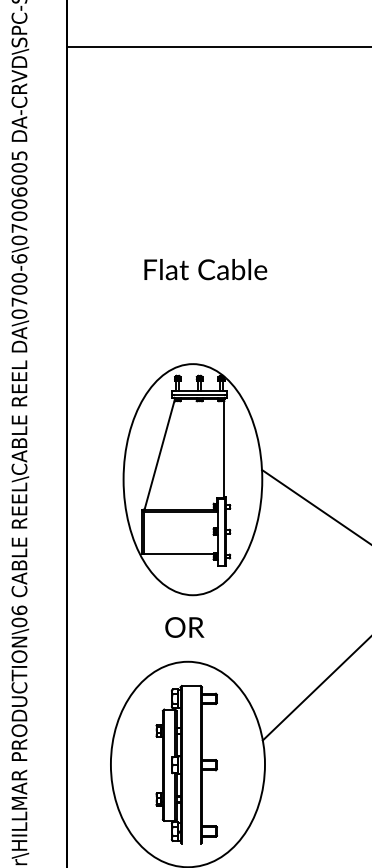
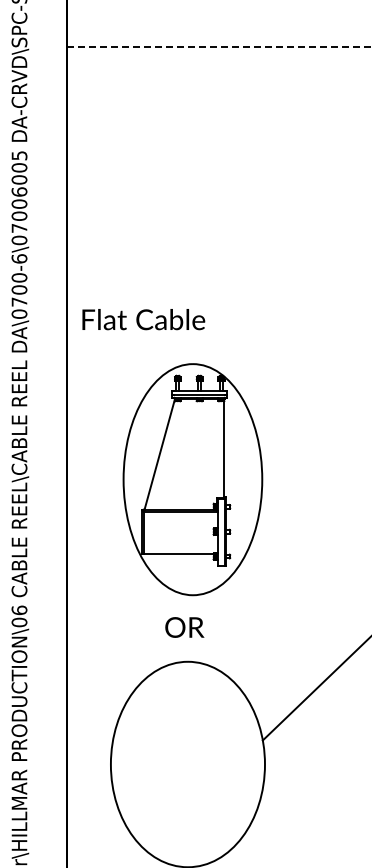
line at (219, 47): solid -> dashed
text at (205, 269) position: (205, 269) -> (143, 319)
line at (315, 505): present -> none
part at (186, 764): present -> none
